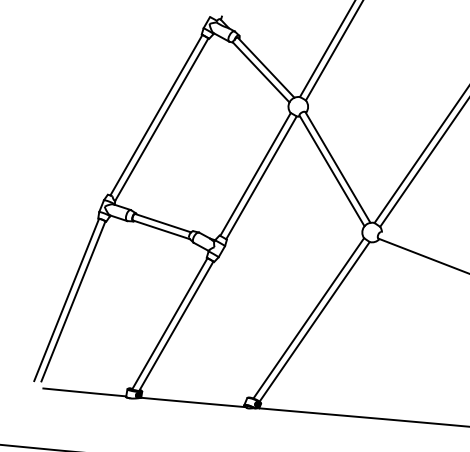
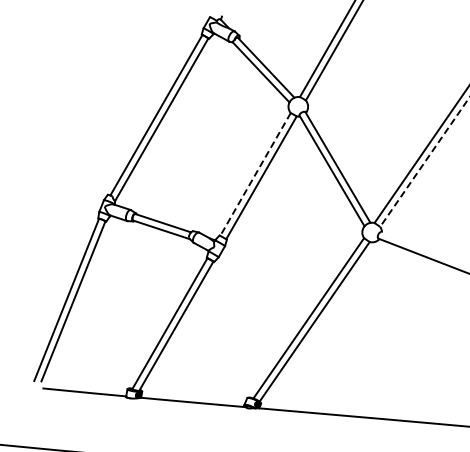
line at (424, 162): solid -> dashed
line at (255, 174): solid -> dashed
